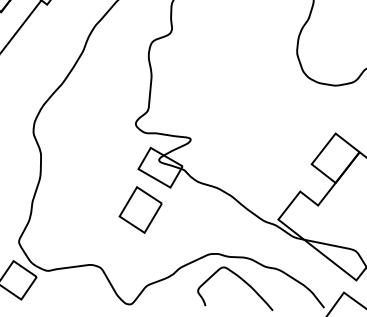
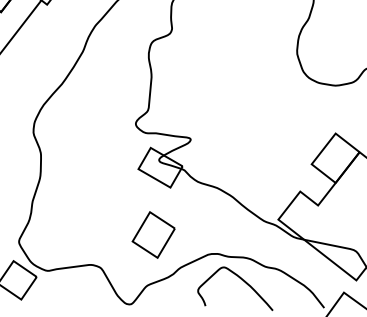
part at (140, 209) position: (140, 209) -> (153, 234)
